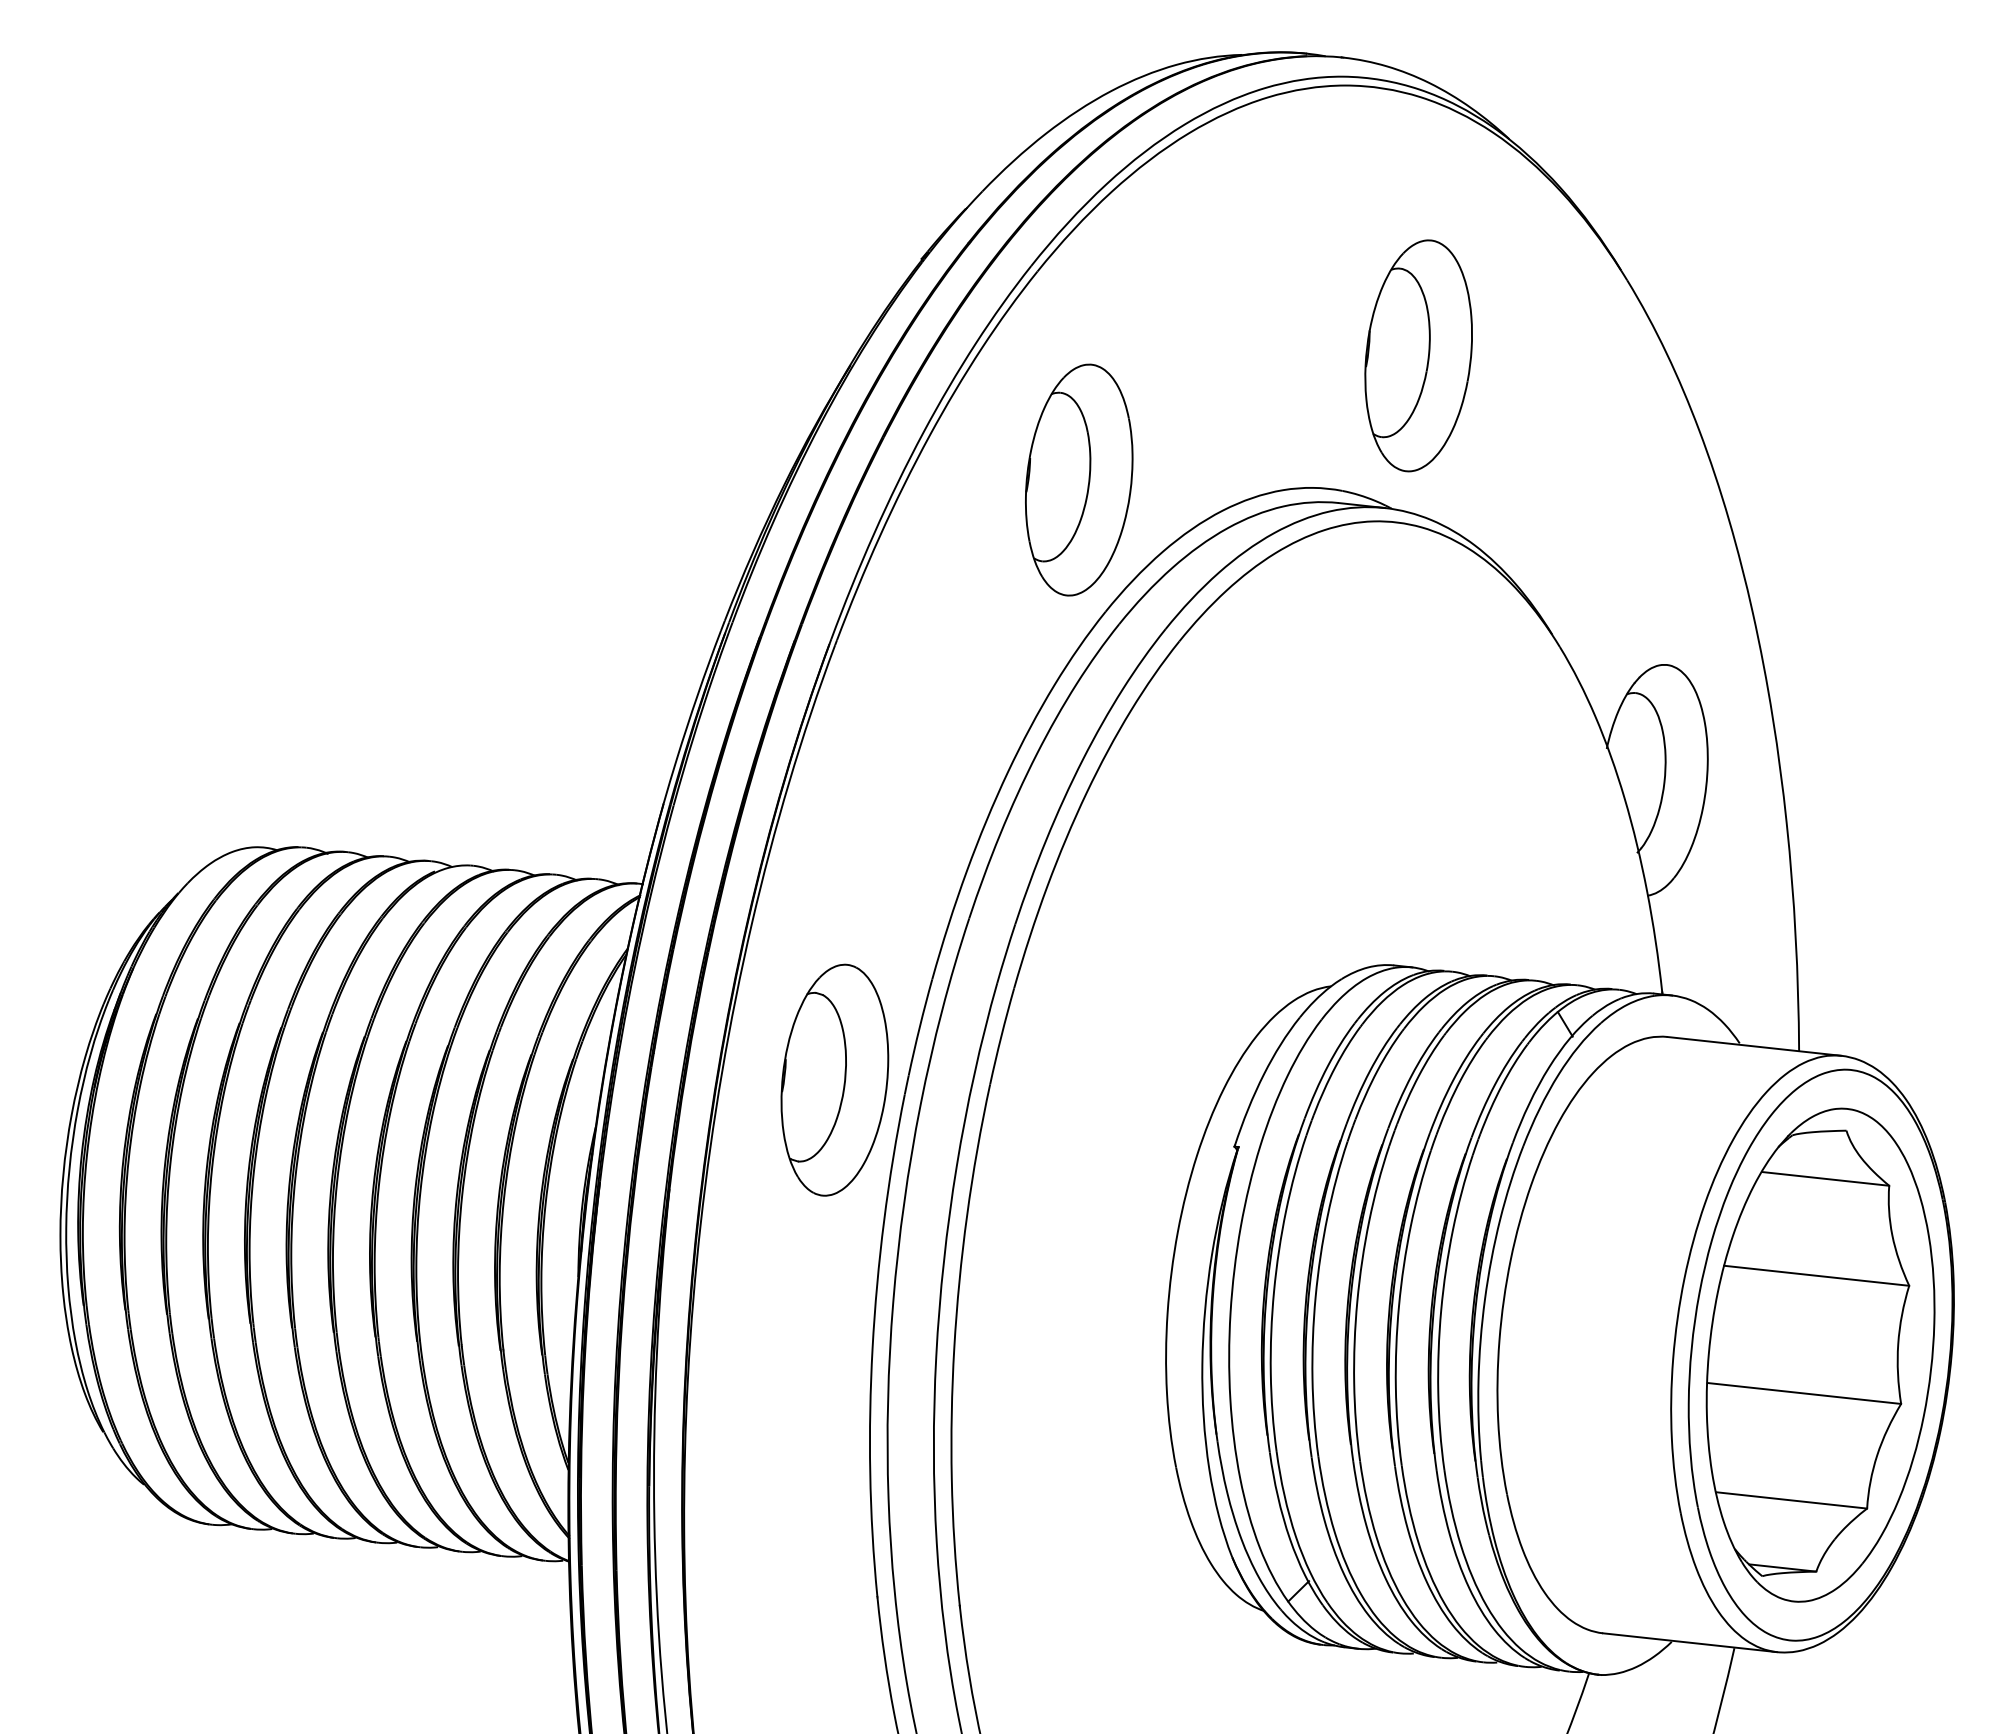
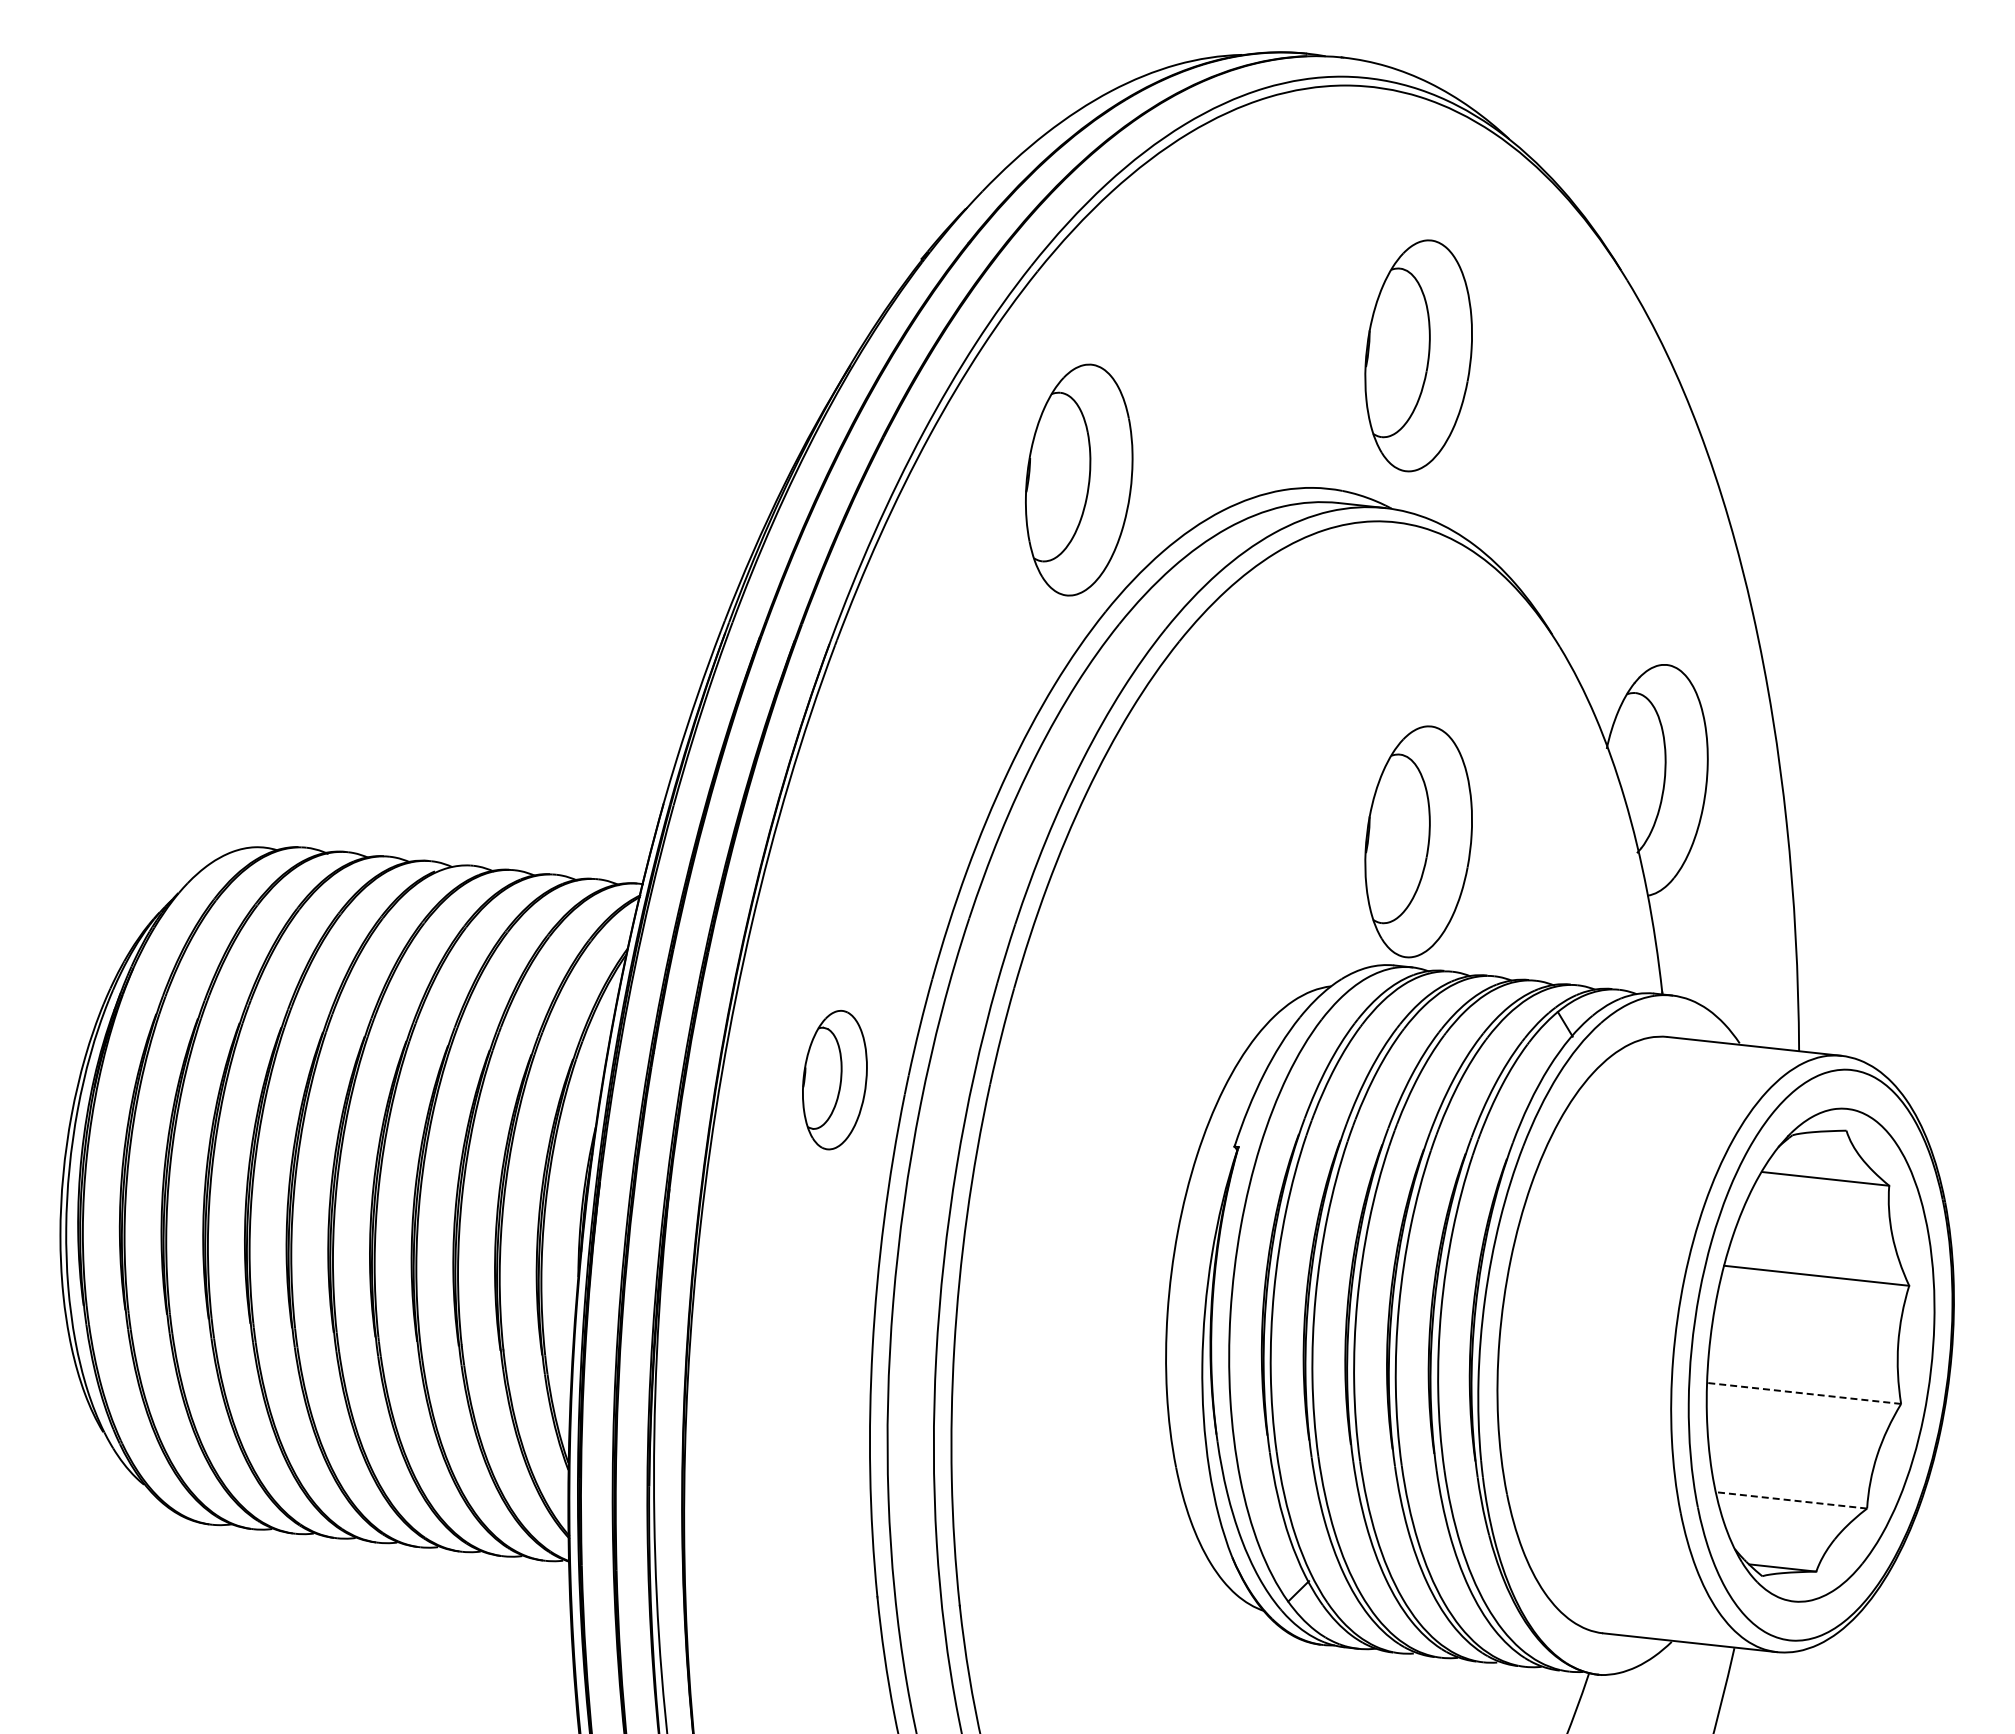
part at (1418, 841): none -> present
part at (834, 1079) size: 110x234 px -> 66x141 px
line at (1803, 1393): solid -> dashed
line at (1791, 1500): solid -> dashed
